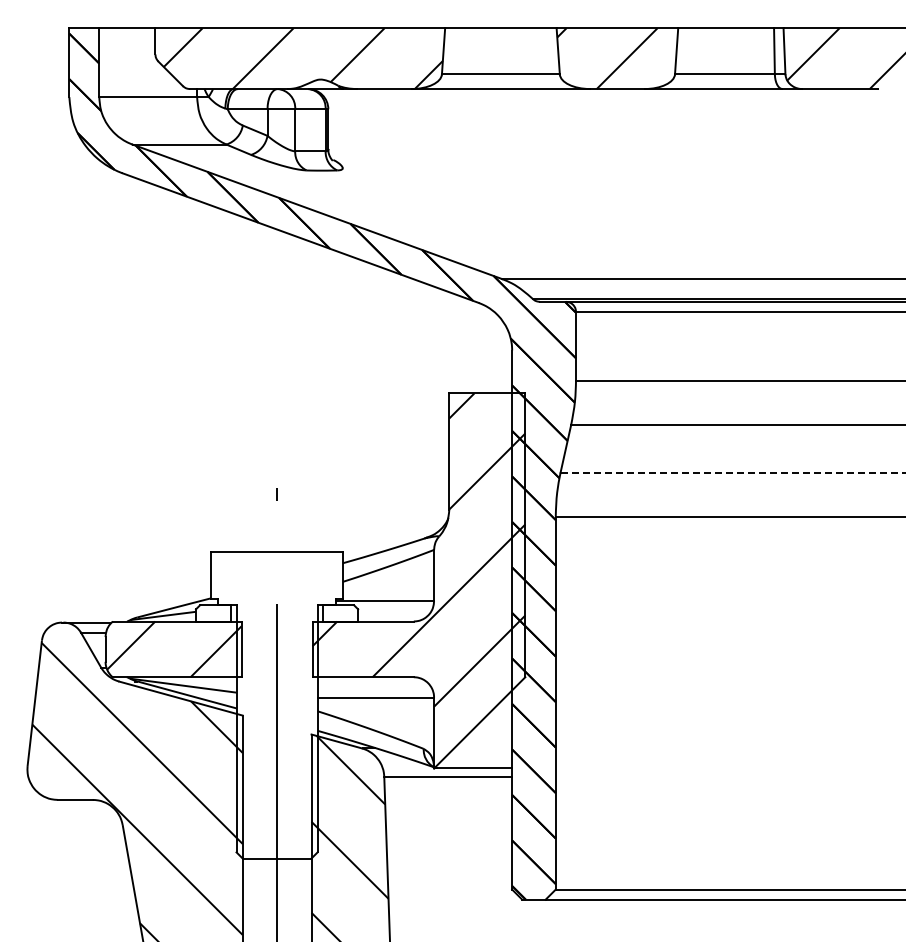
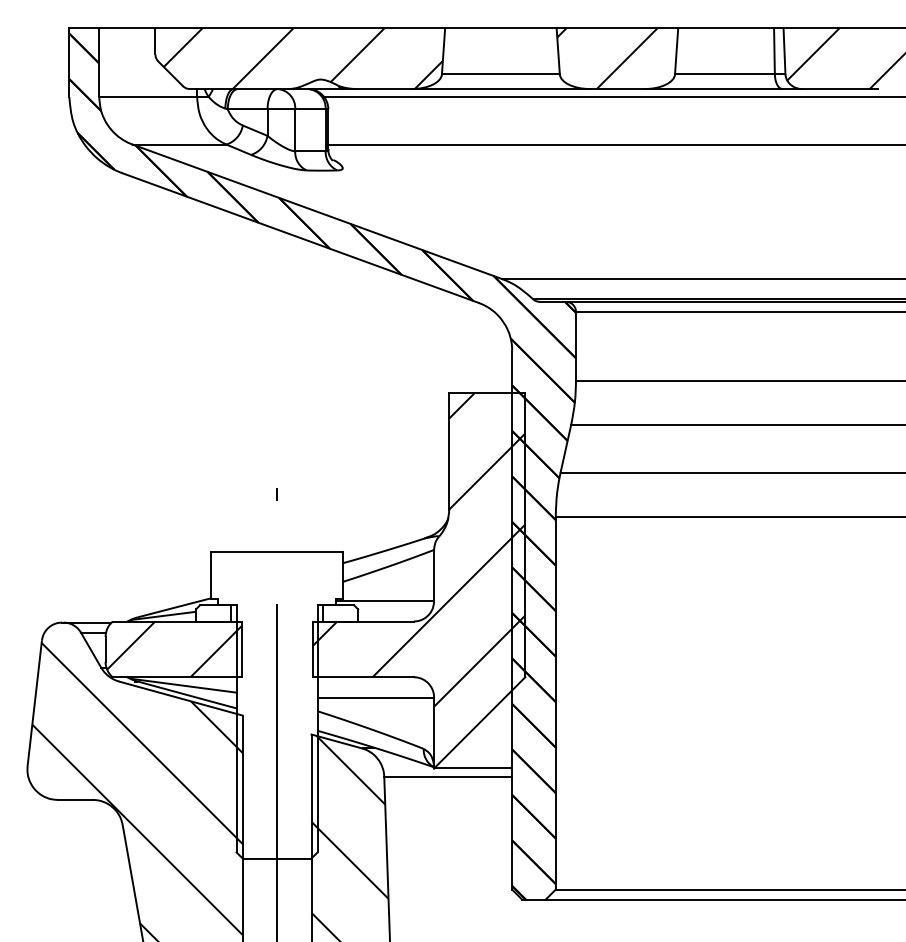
line at (613, 96): none -> present
line at (615, 144): none -> present
line at (733, 472): dashed -> solid
